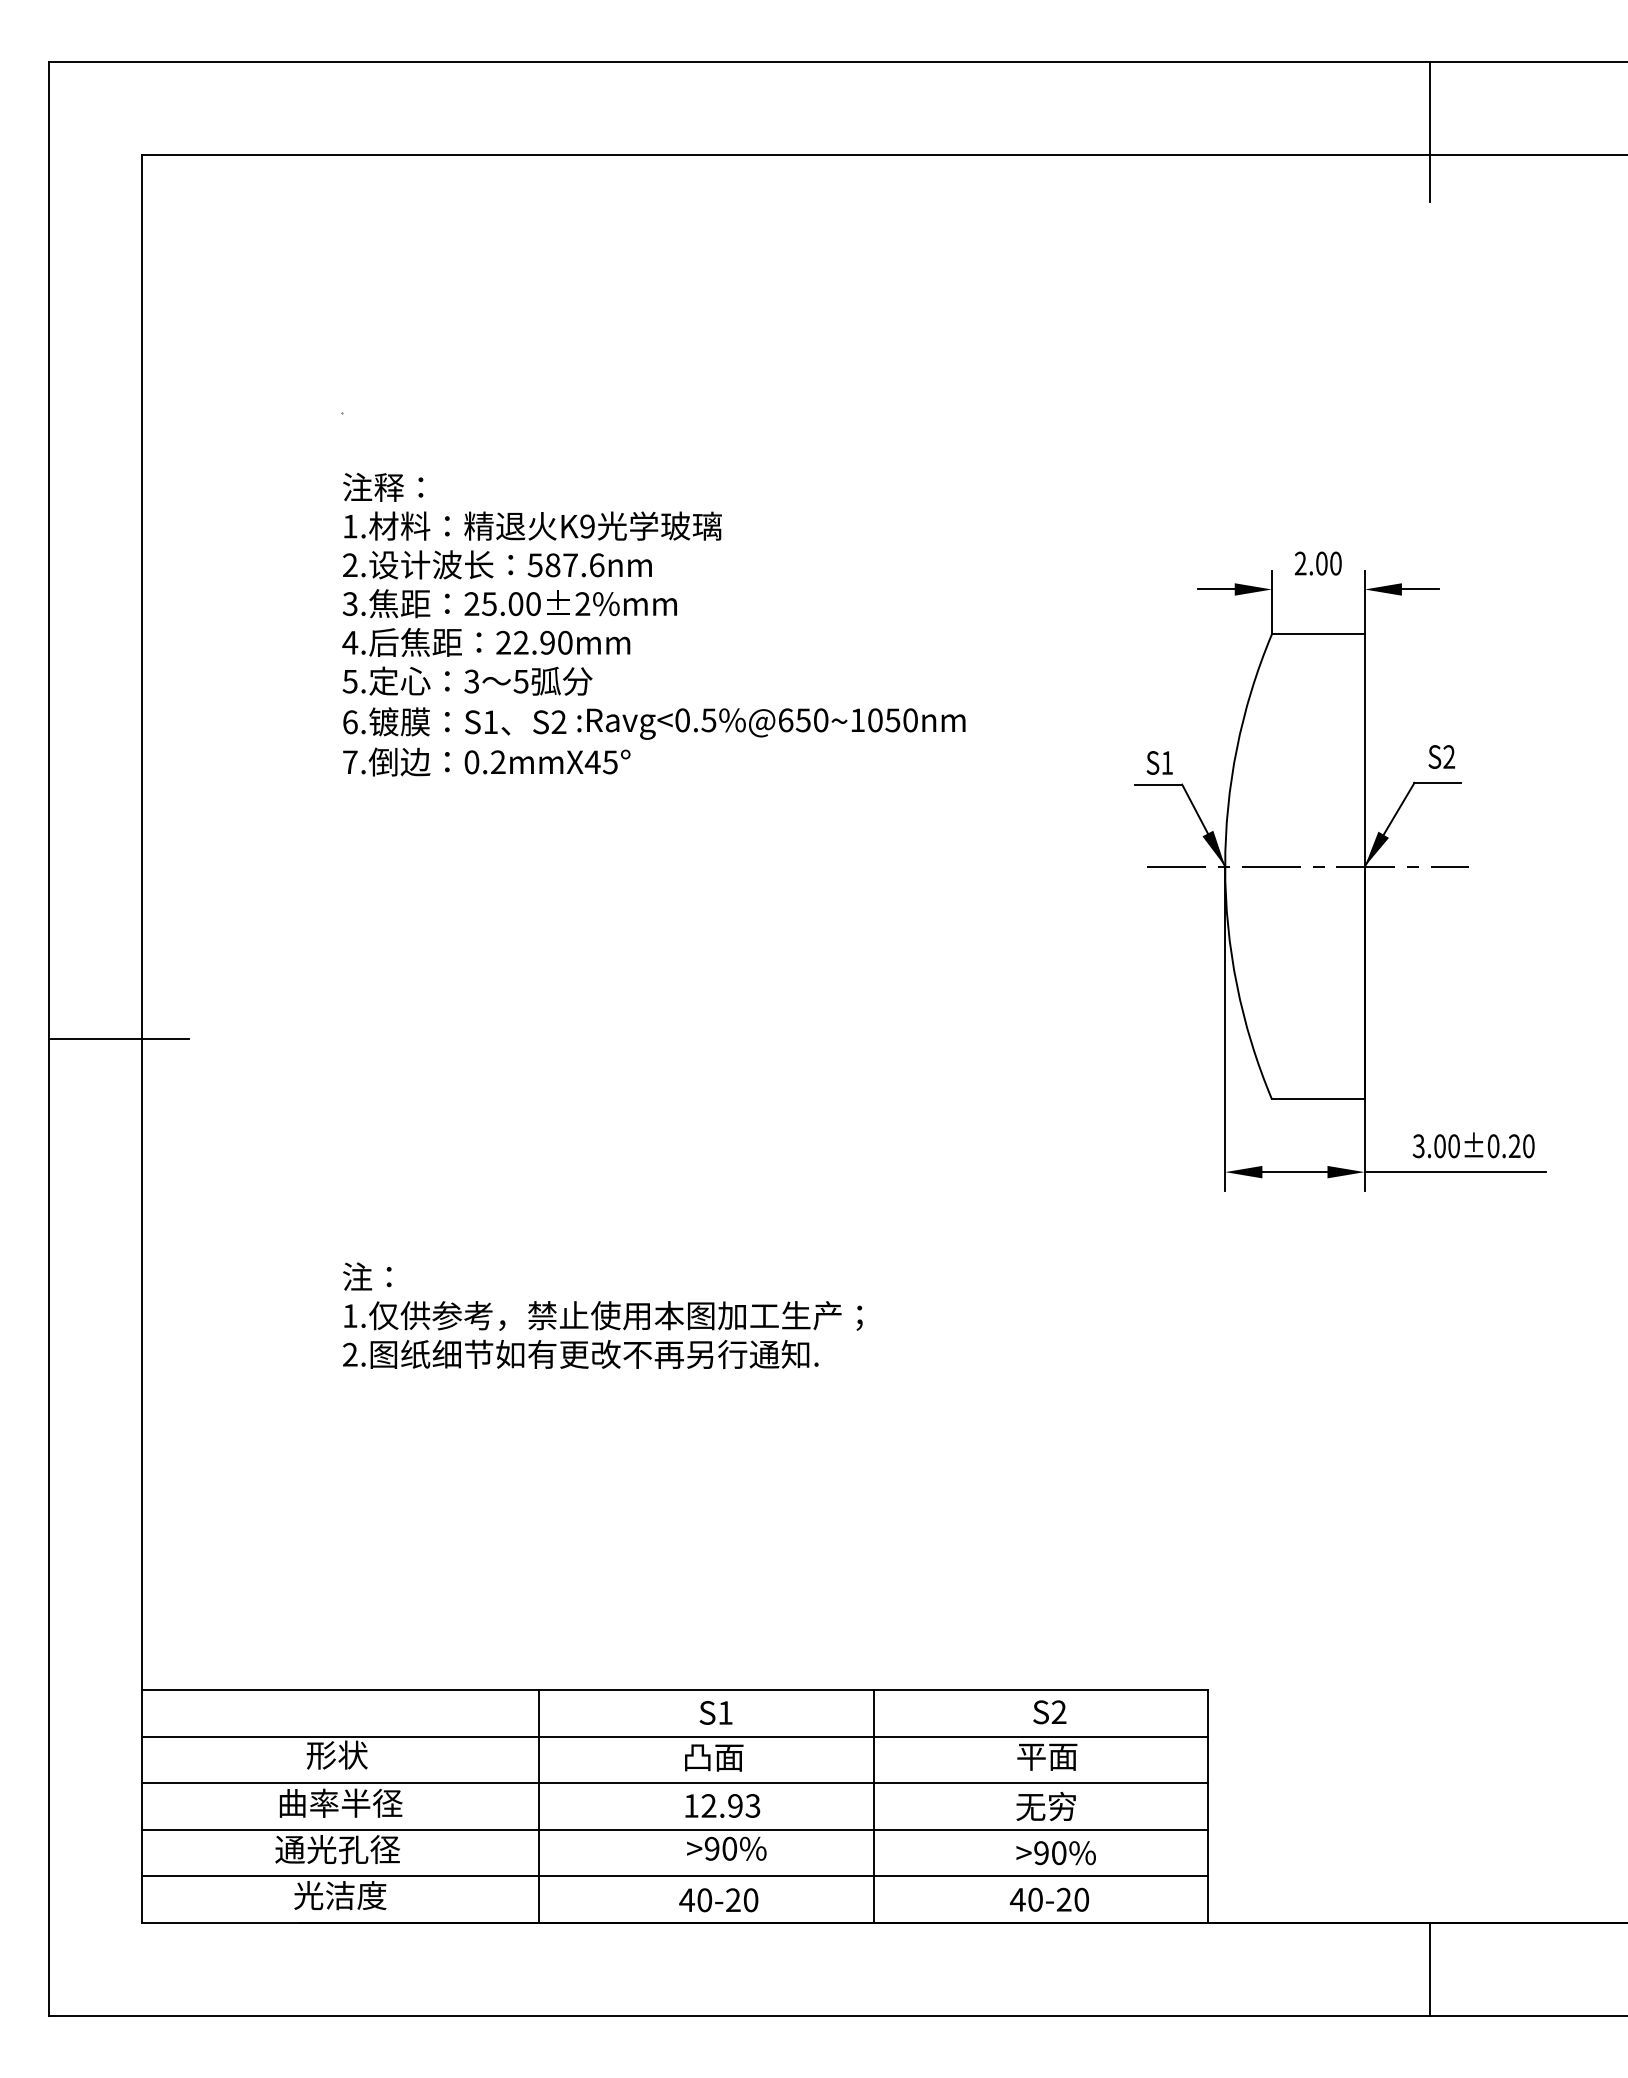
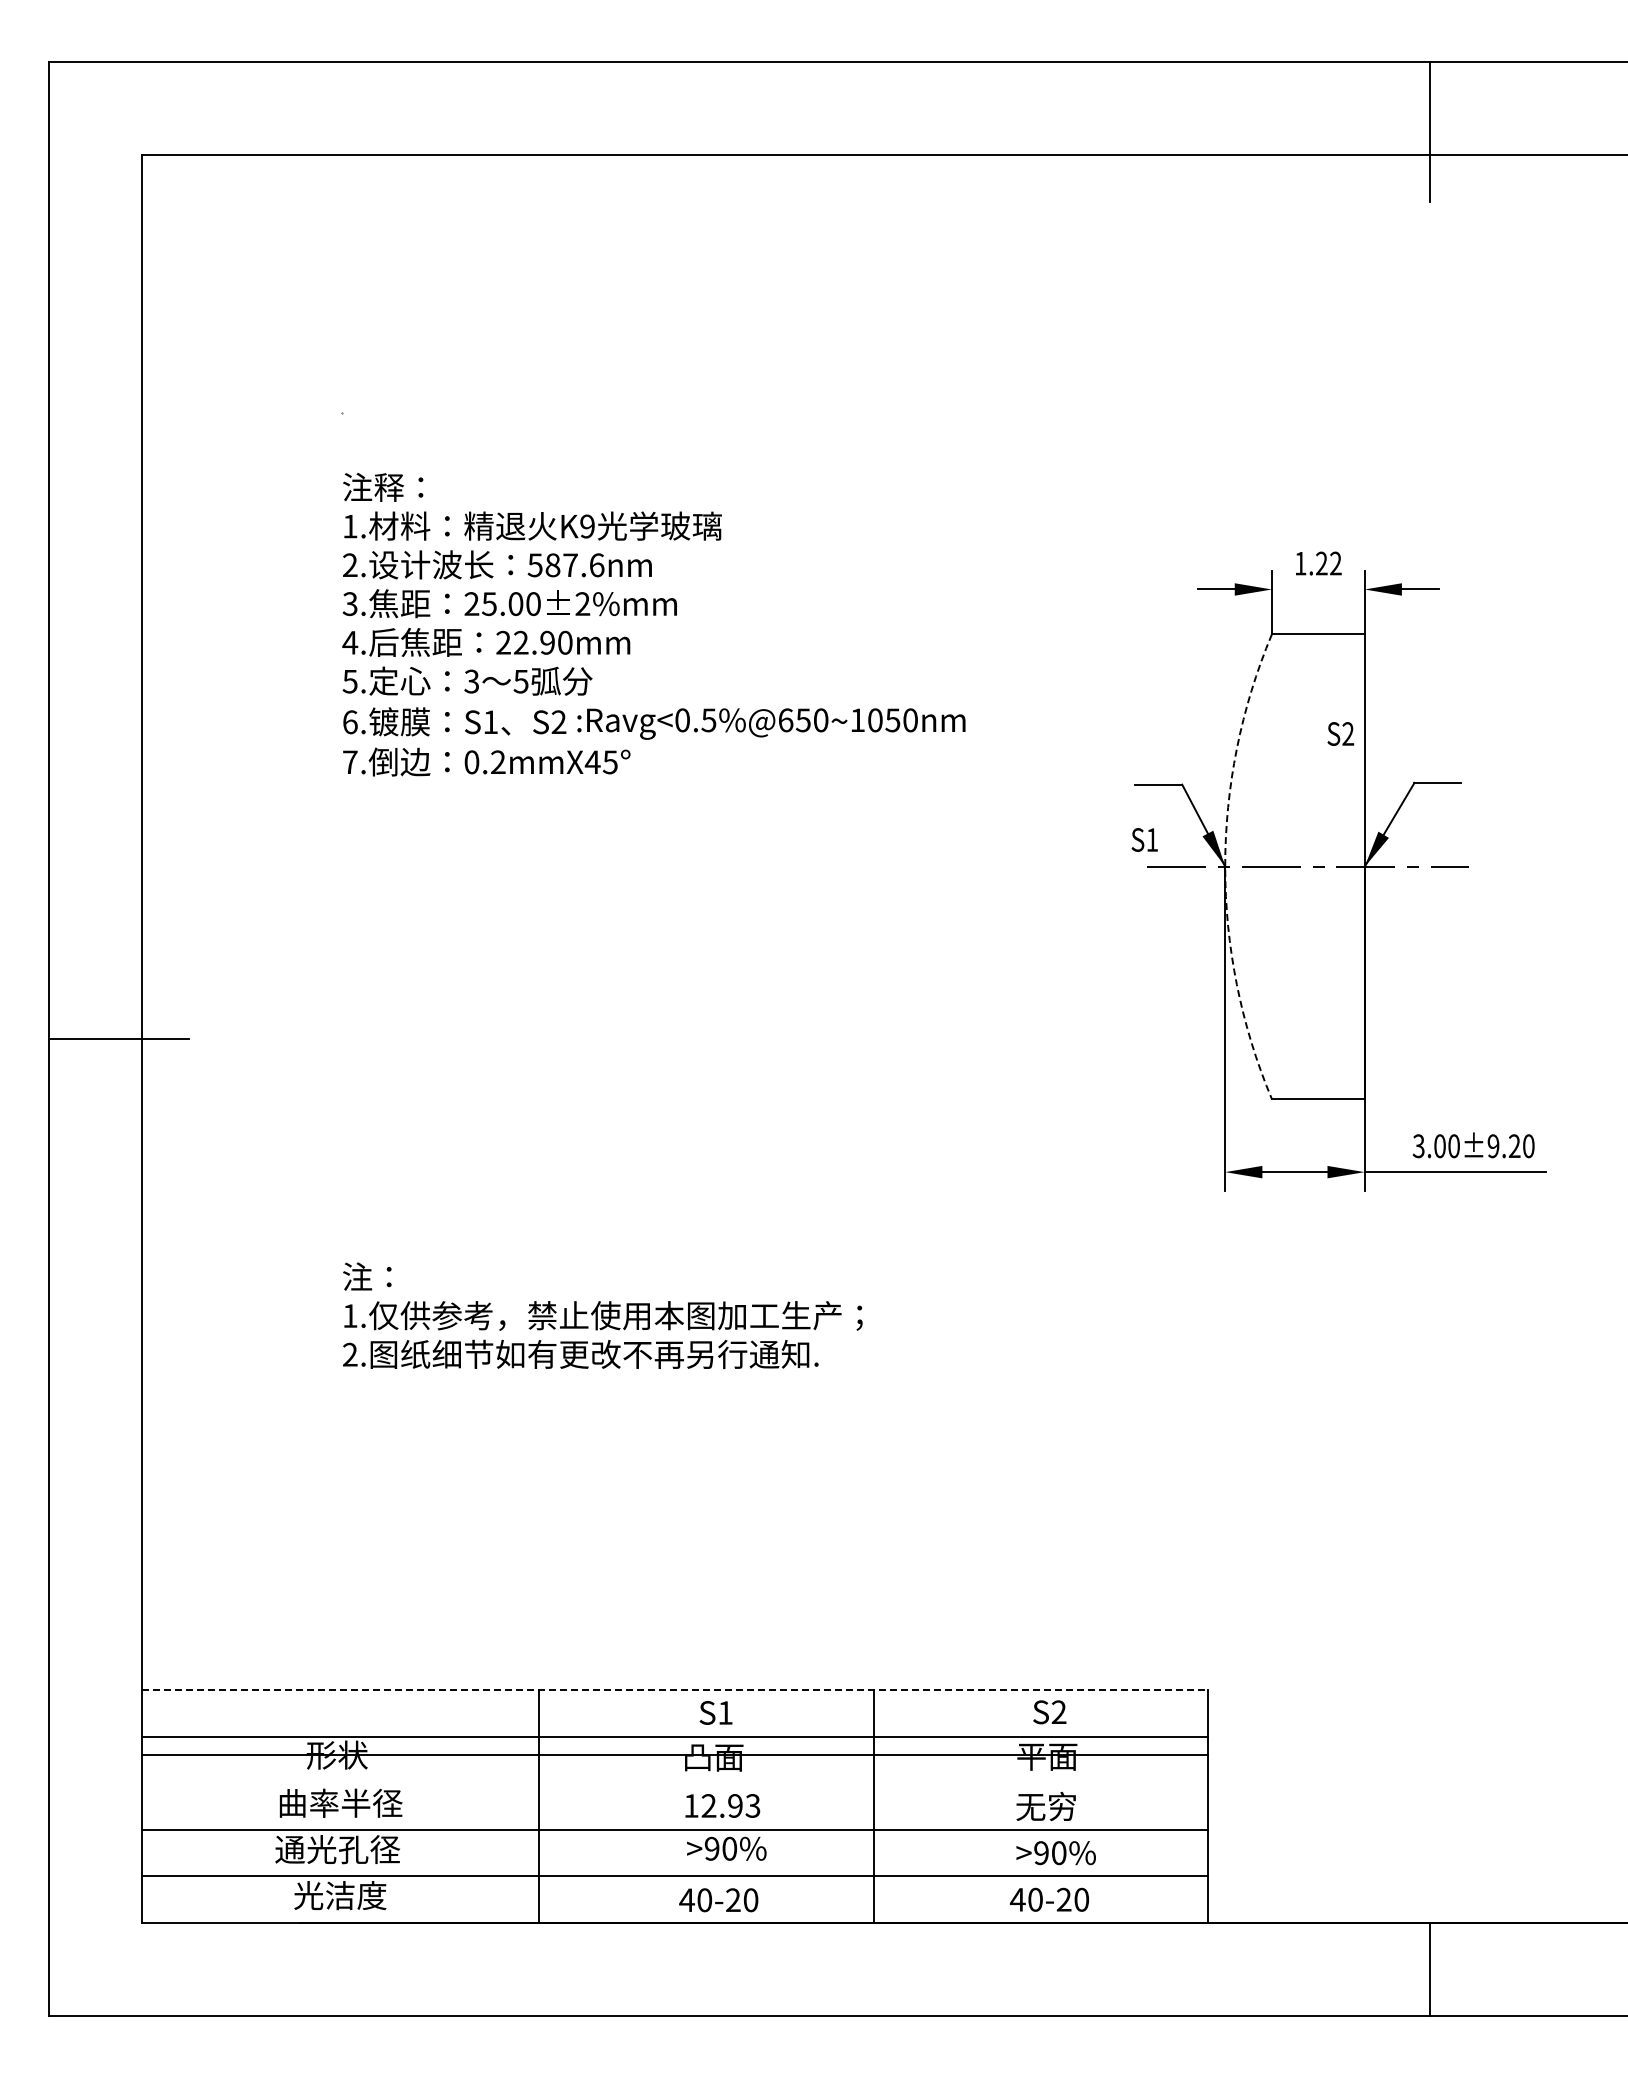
text at (1317, 563): 2.00 -> 1.22
text at (1441, 756) position: (1441, 756) -> (1340, 733)
text at (1159, 762) position: (1159, 762) -> (1144, 839)
arc at (1225, 866): solid -> dashed
text at (1493, 1146): 3.00±0.20 -> 3.00±9.20
line at (675, 1690): solid -> dashed
line at (674, 1783) position: (674, 1783) -> (674, 1755)
